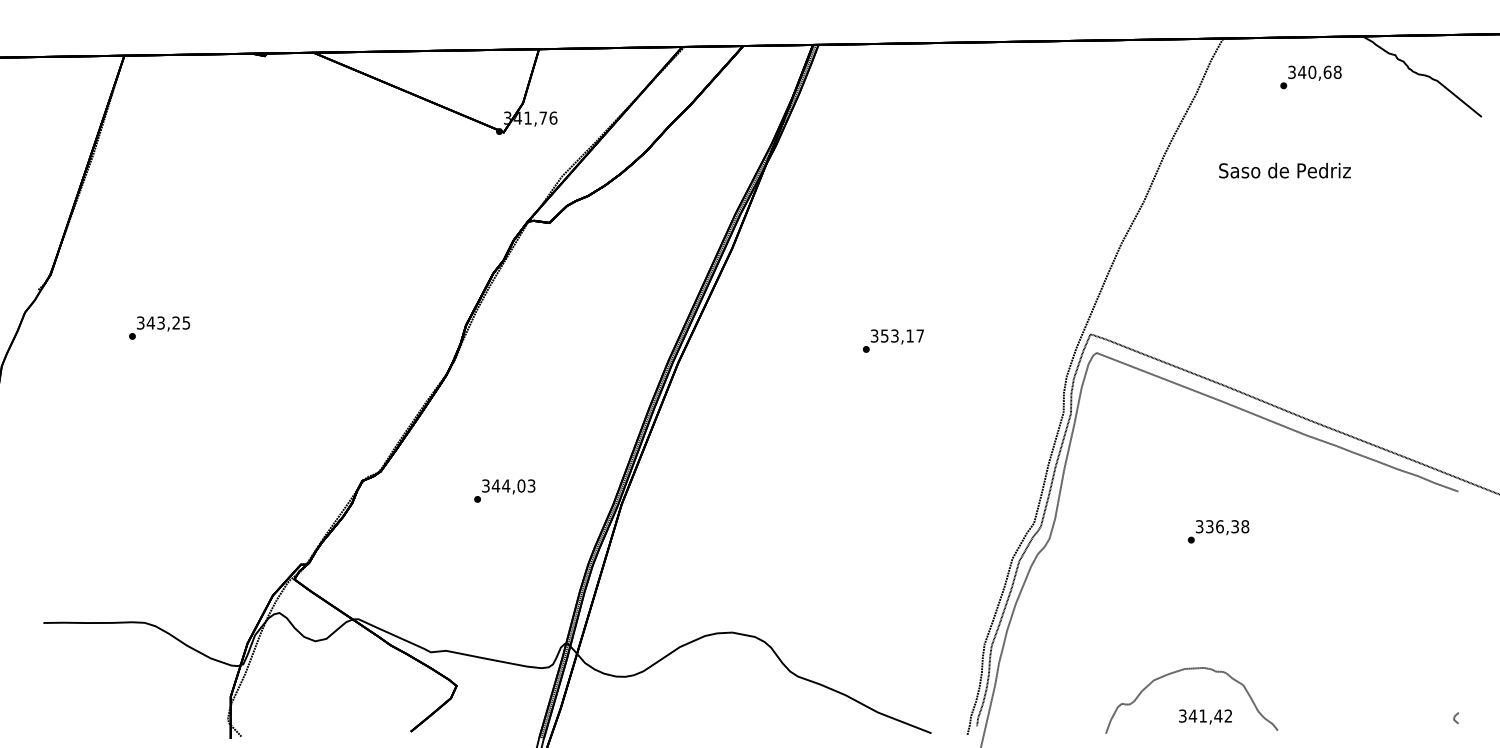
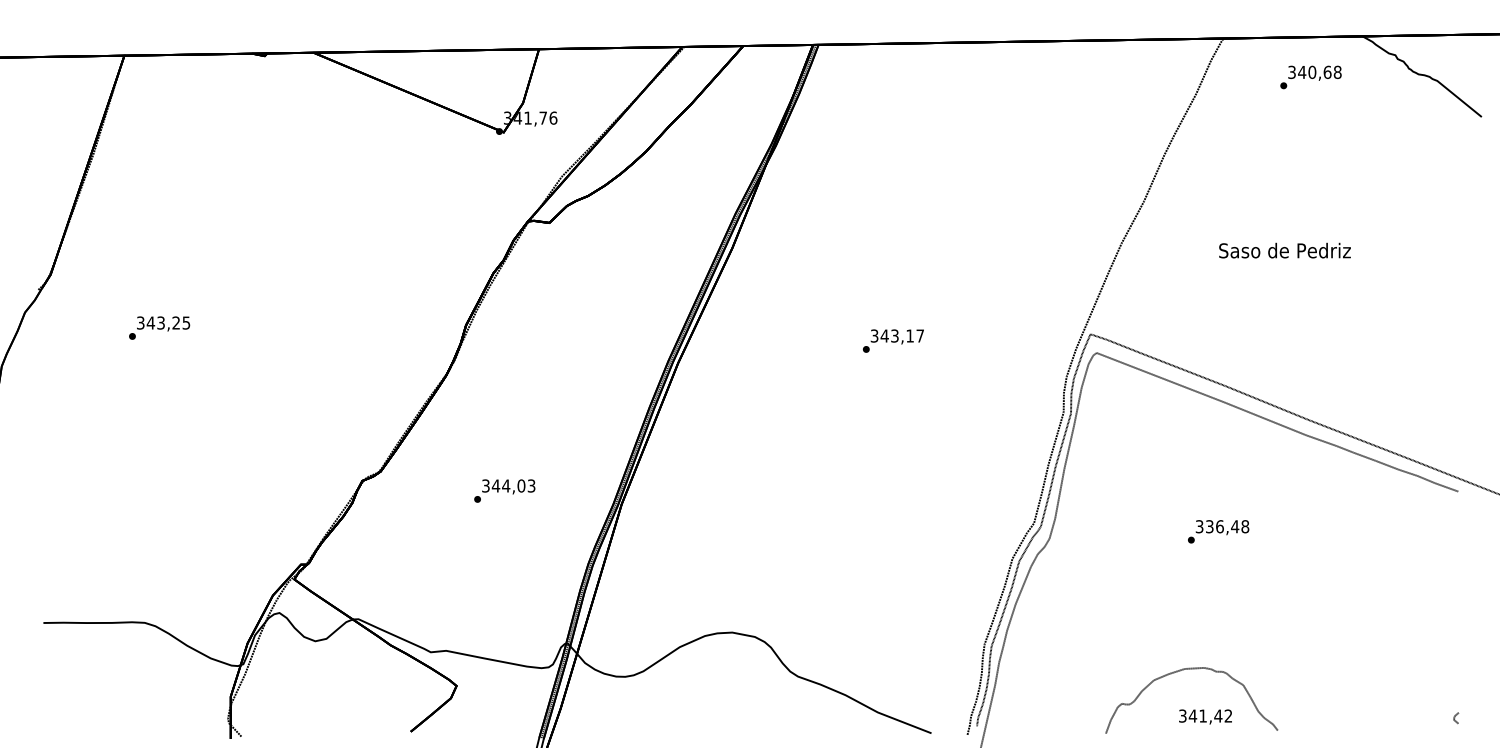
text at (1284, 170) position: (1284, 170) -> (1284, 250)
text at (884, 335): 353,17 -> 343,17
text at (1235, 526): 336,38 -> 336,48
